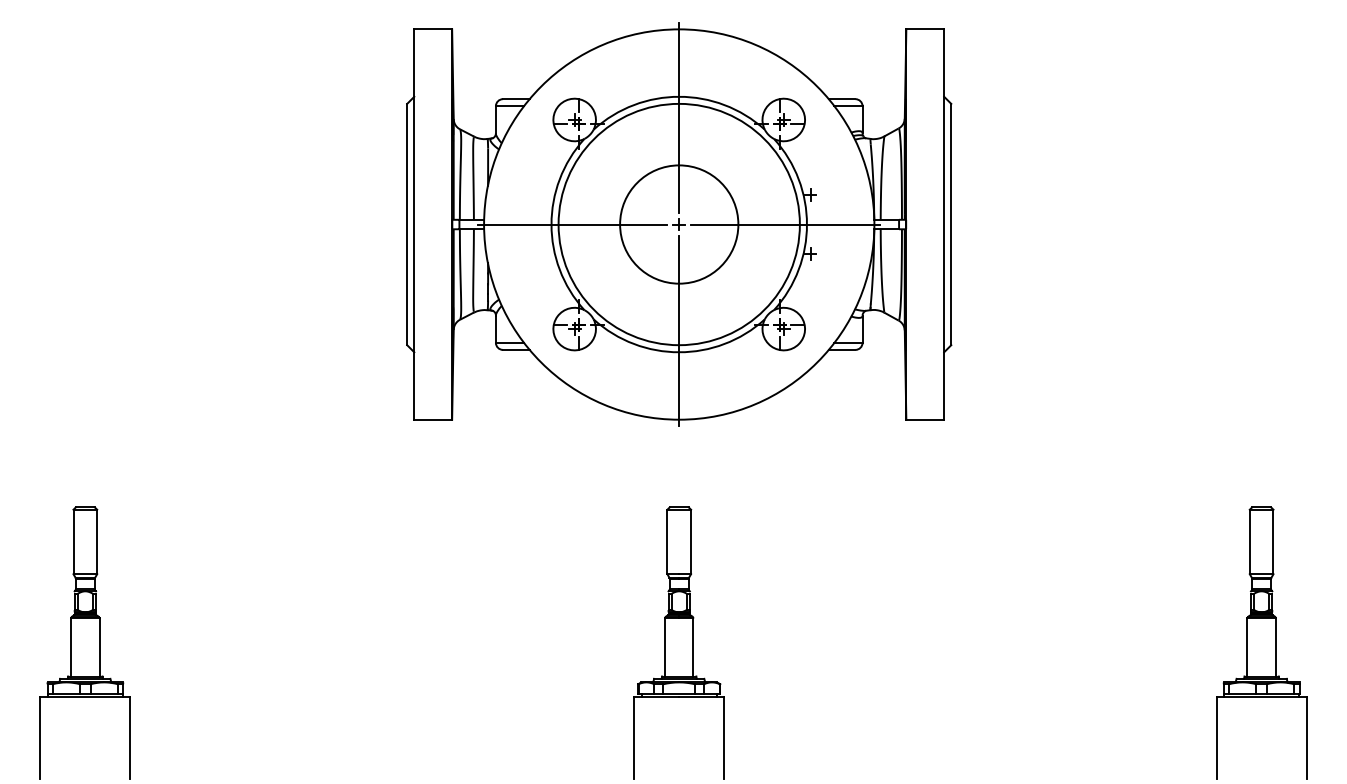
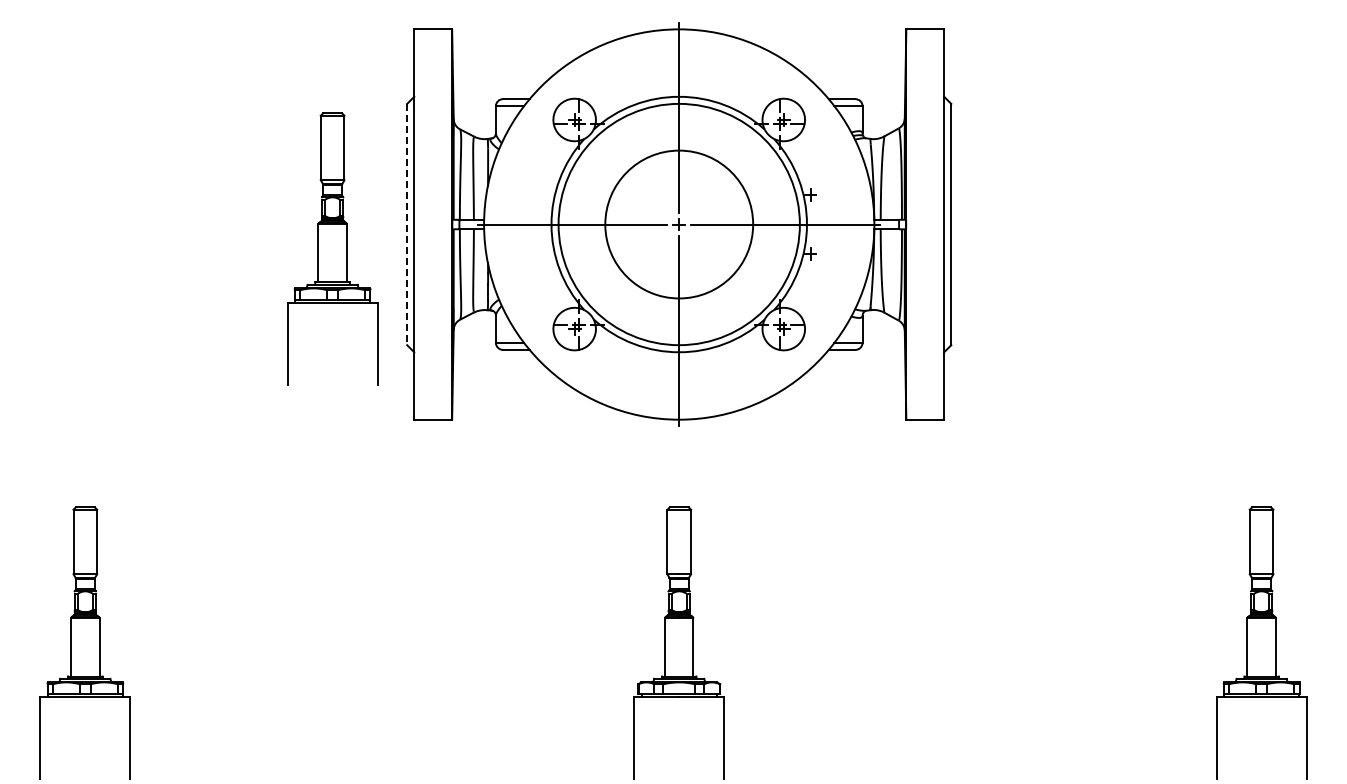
line at (407, 224): solid -> dashed
circle at (679, 224) diameter: 118 px -> 148 px
part at (332, 248): none -> present
